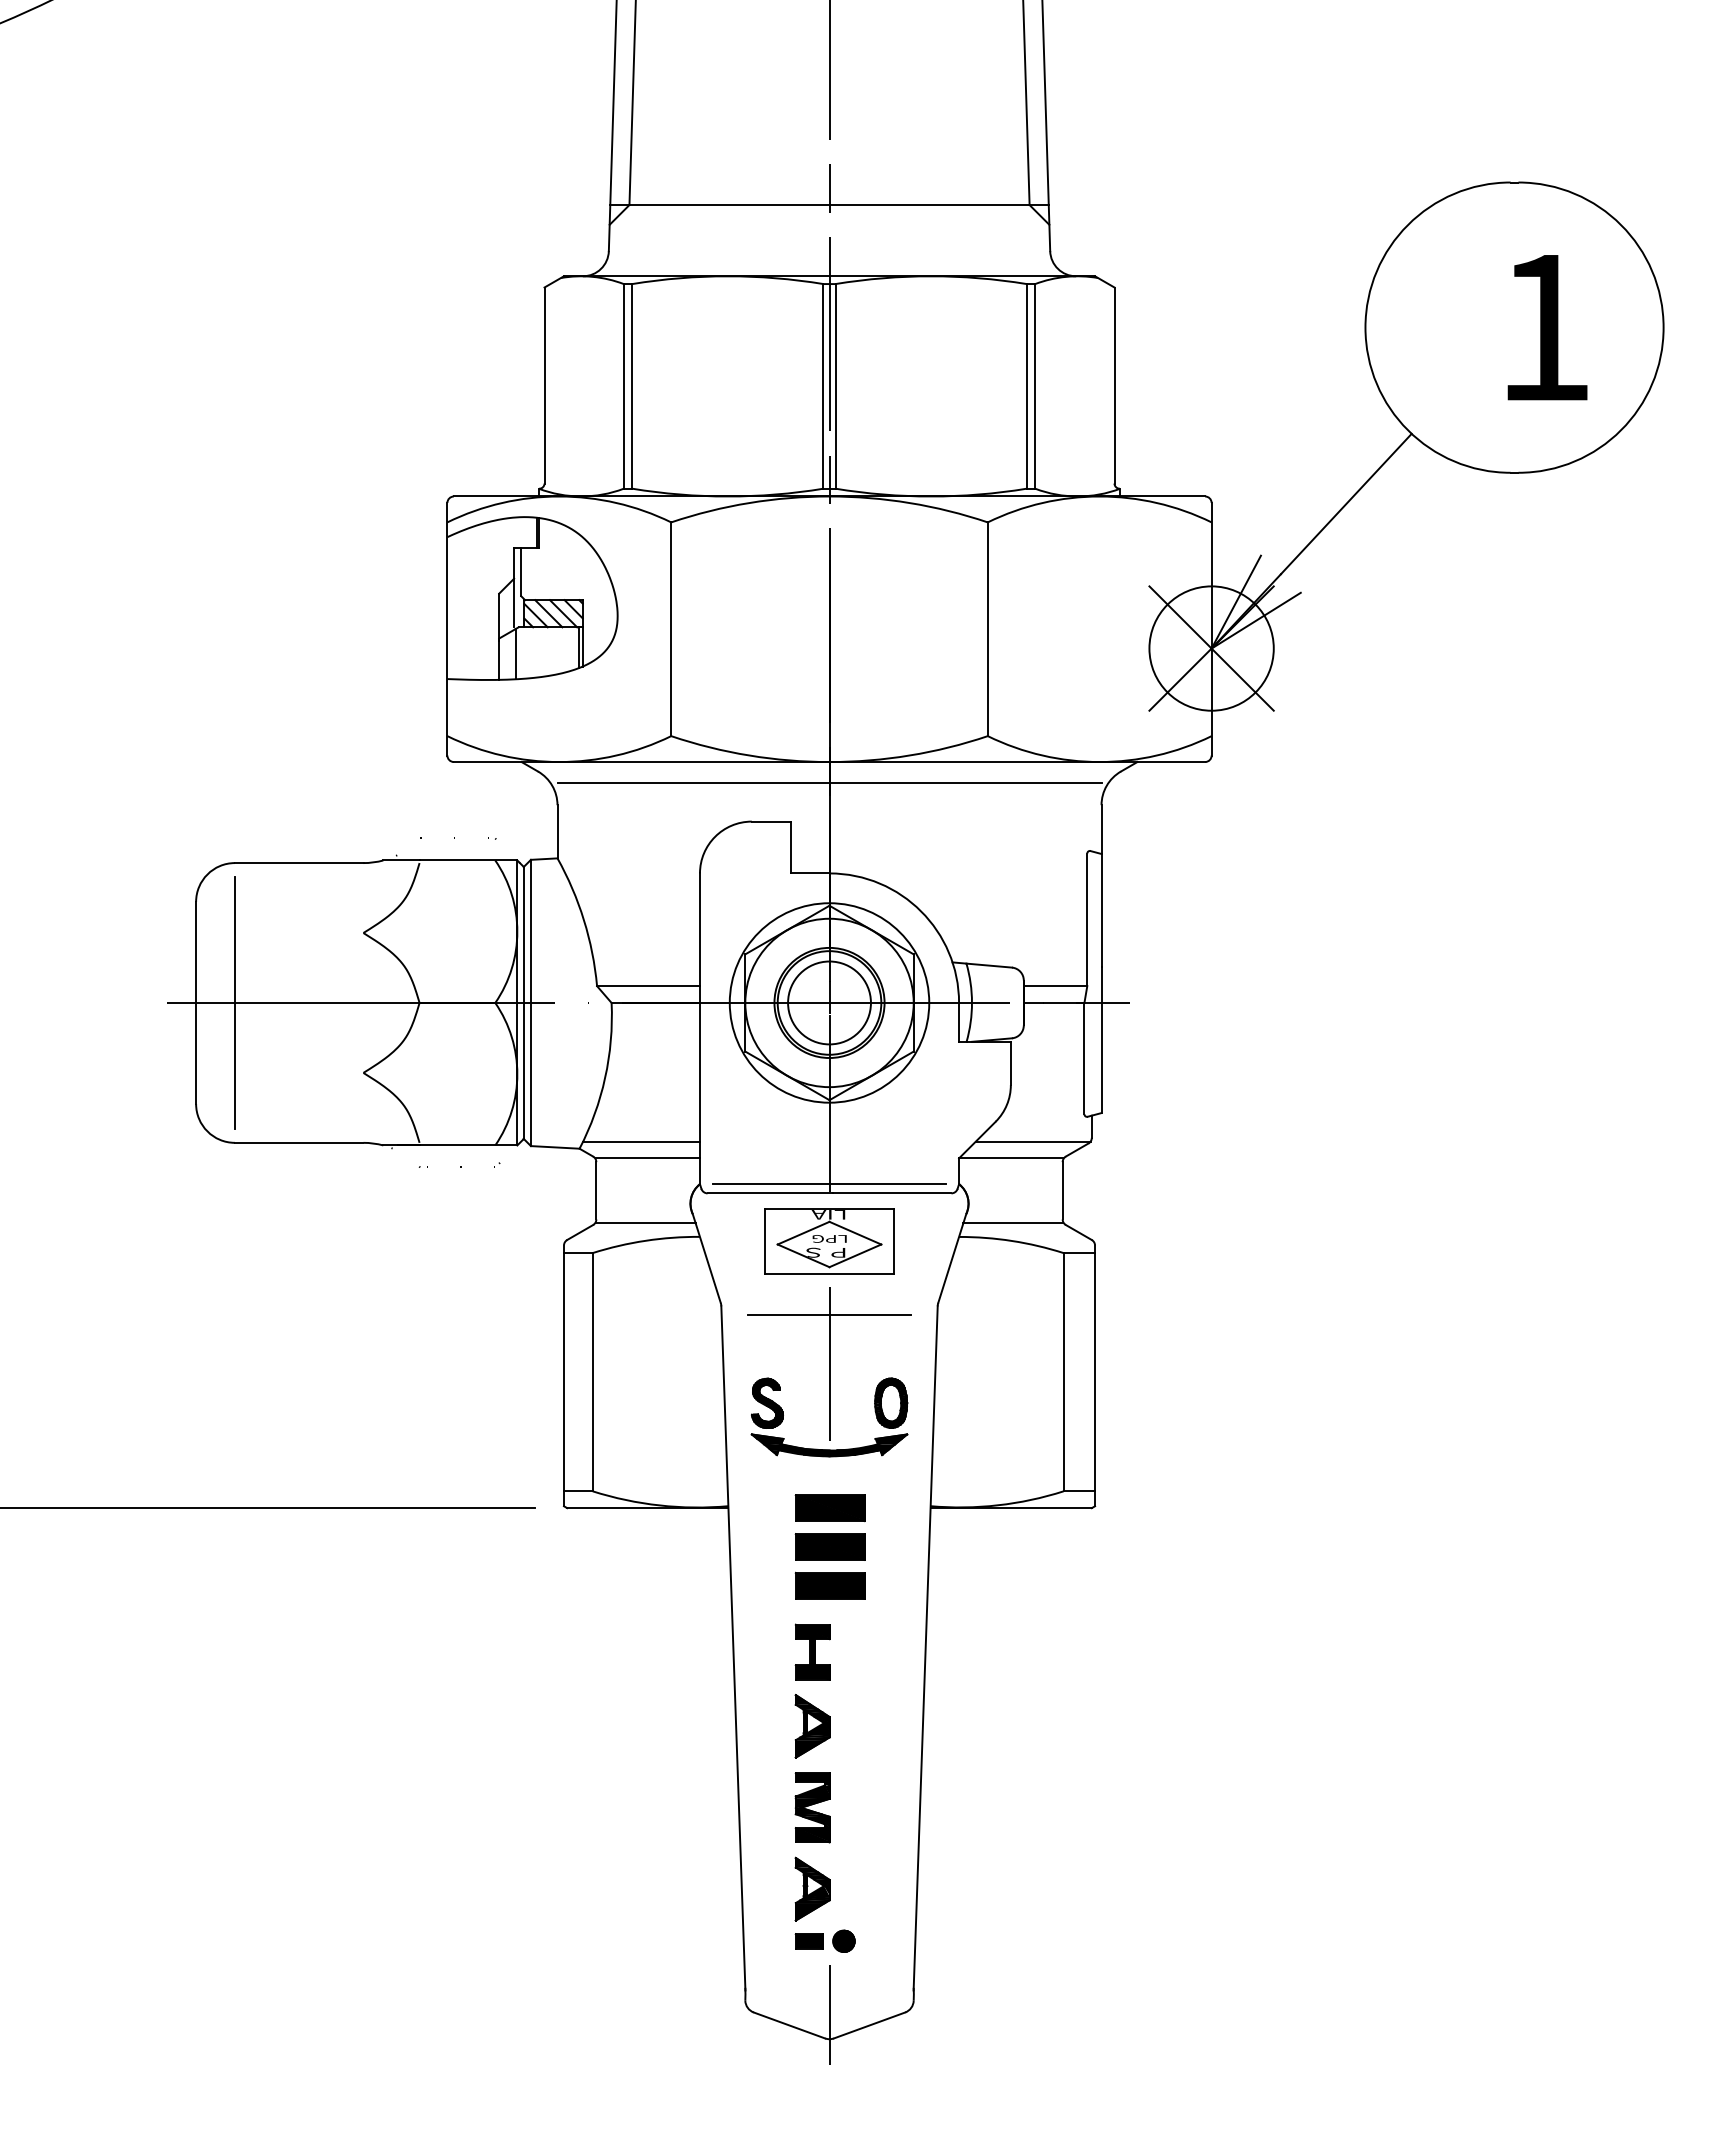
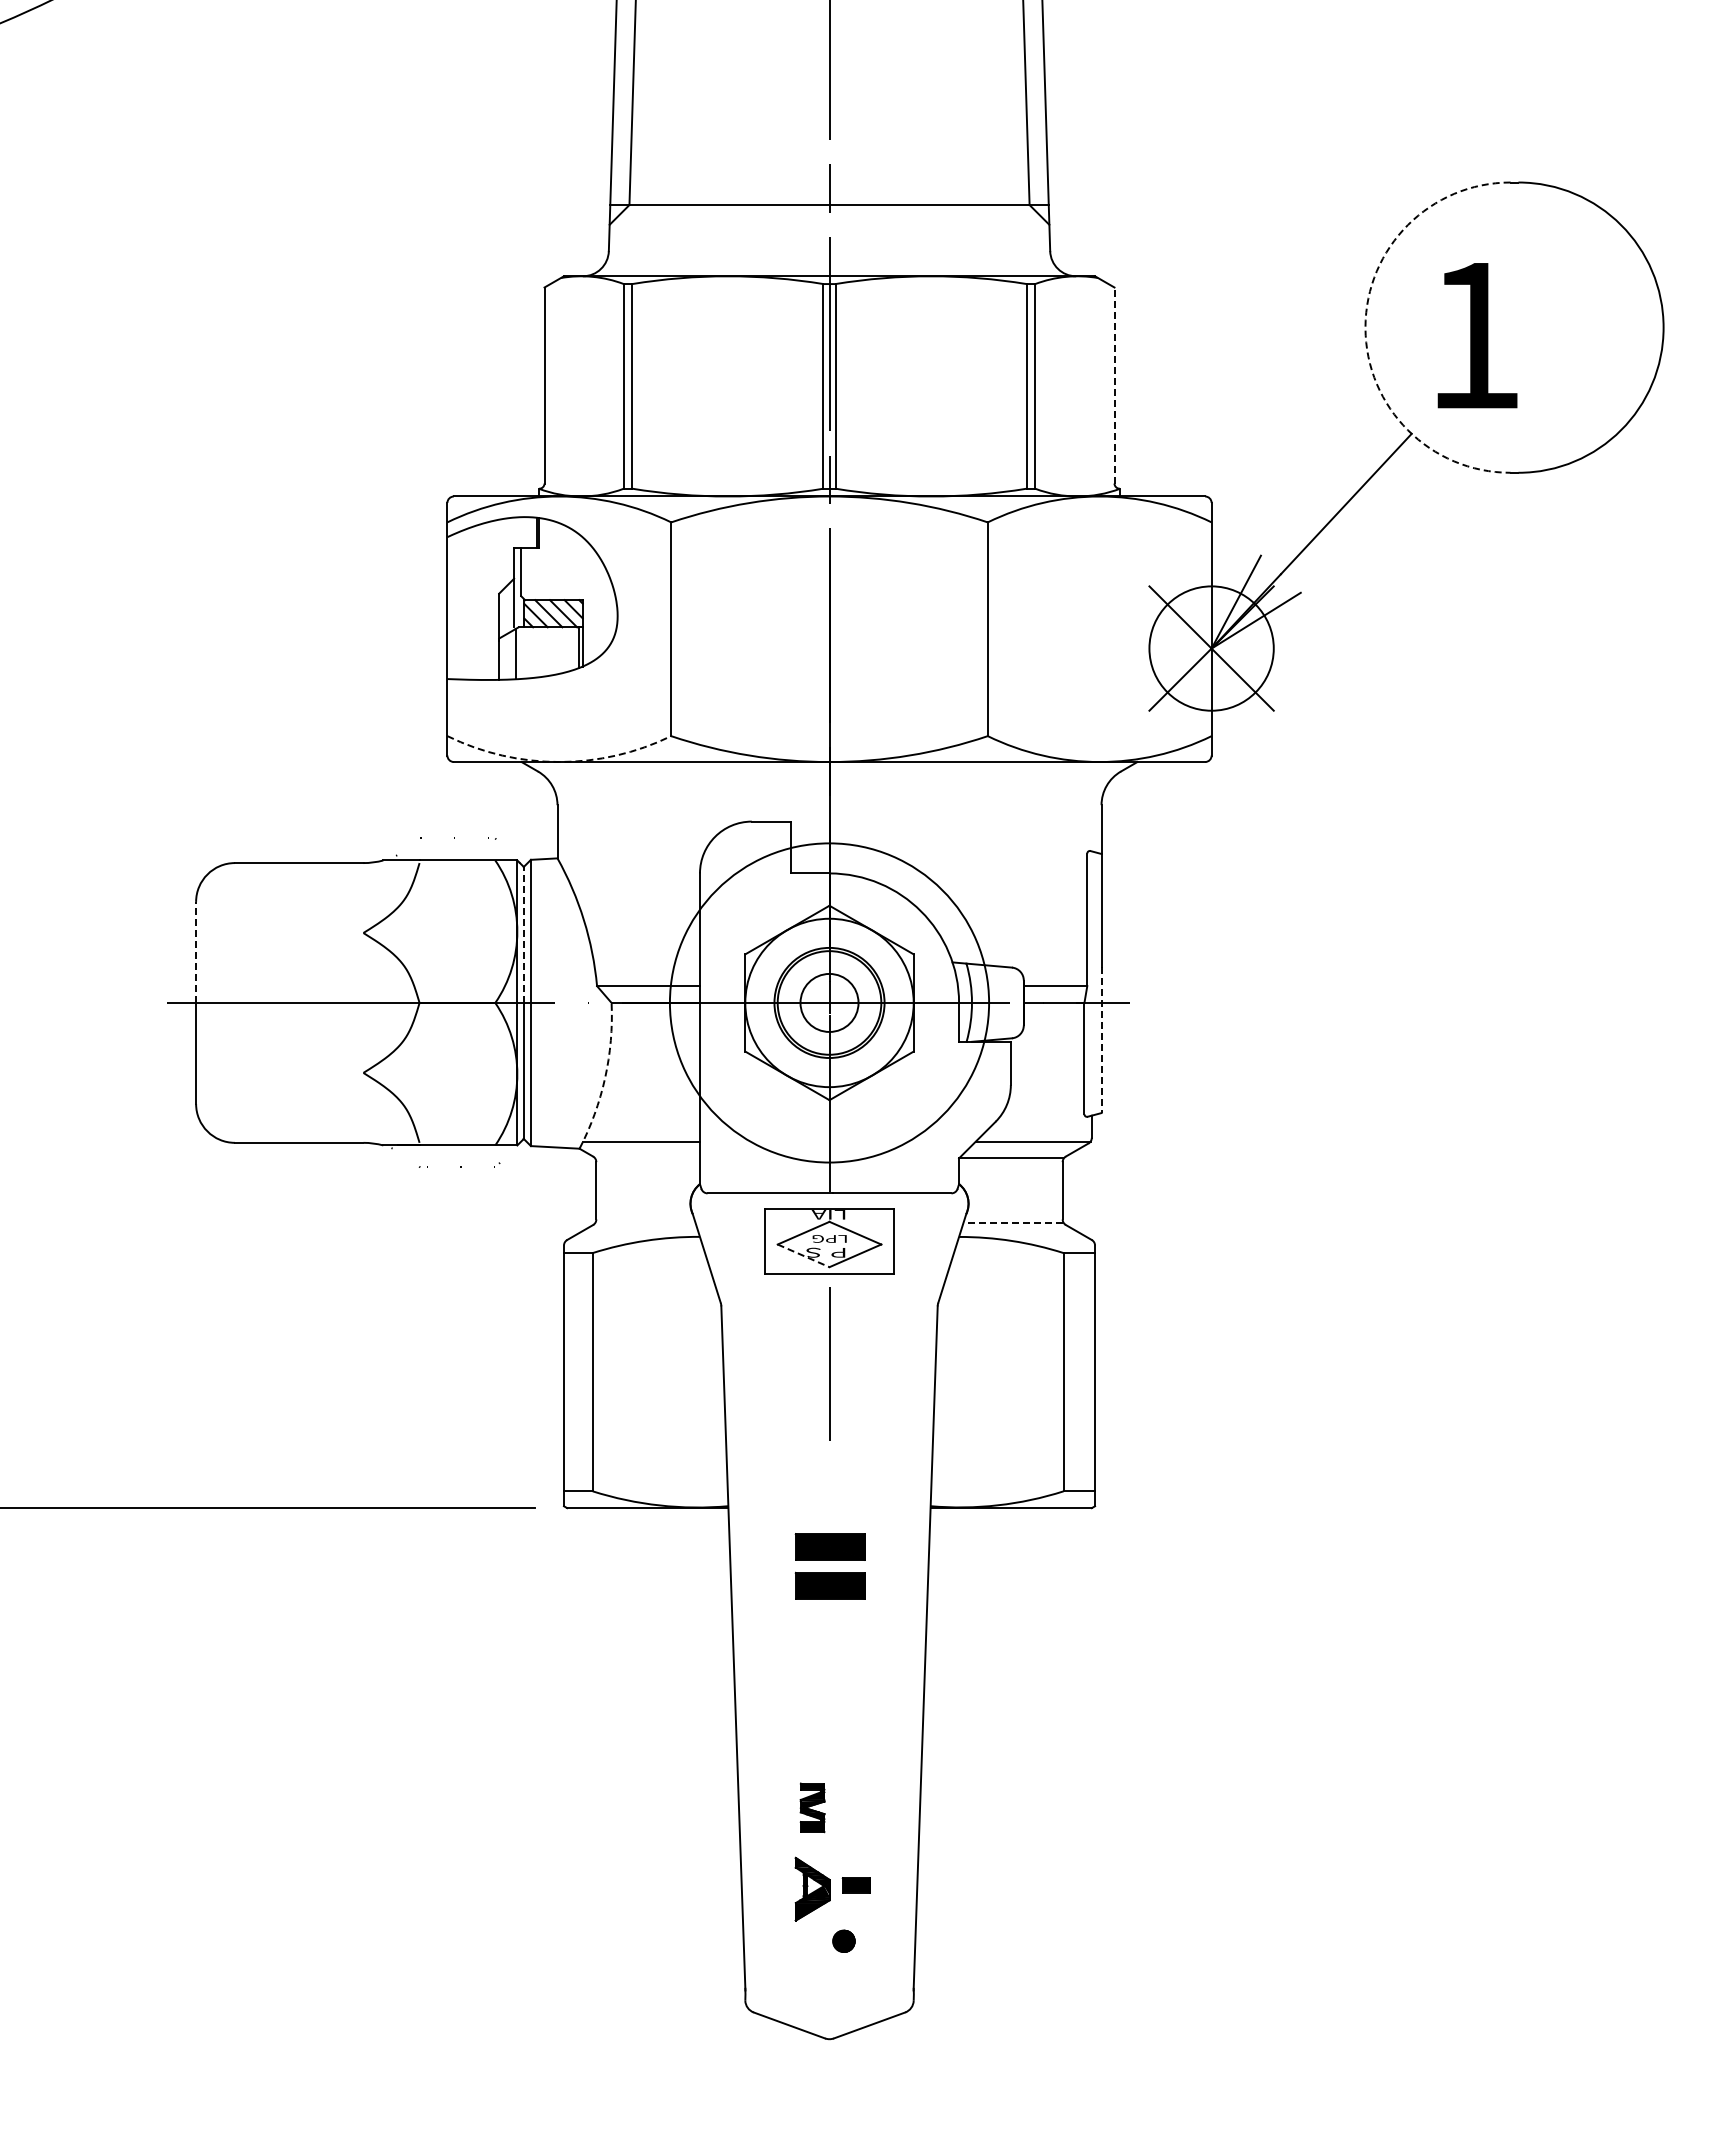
arc at (1365, 327): solid -> dashed
text at (1547, 327) position: (1547, 327) -> (1477, 335)
line at (1114, 385): solid -> dashed
arc at (559, 762): solid -> dashed
line at (829, 782): present -> none
line at (523, 934): solid -> dashed
line at (196, 952): solid -> dashed
line at (234, 1002): present -> none
circle at (829, 1002) diameter: 199 px -> 319 px
circle at (829, 1002) diameter: 83 px -> 58 px
line at (1101, 1040): solid -> dashed
arc at (605, 1077): solid -> dashed
line at (647, 1158): present -> none
line at (829, 1184): present -> none
line at (645, 1223): present -> none
line at (1013, 1223): solid -> dashed
line at (804, 1256): solid -> dashed
line at (829, 1315): present -> none
part at (829, 1449): present -> none
part at (829, 1508): present -> none
part at (812, 1651): present -> none
part at (812, 1726): present -> none
part at (812, 1807) size: 37x72 px -> 27x52 px
part at (808, 1941) position: (808, 1941) -> (855, 1885)
line at (829, 2014): present -> none
